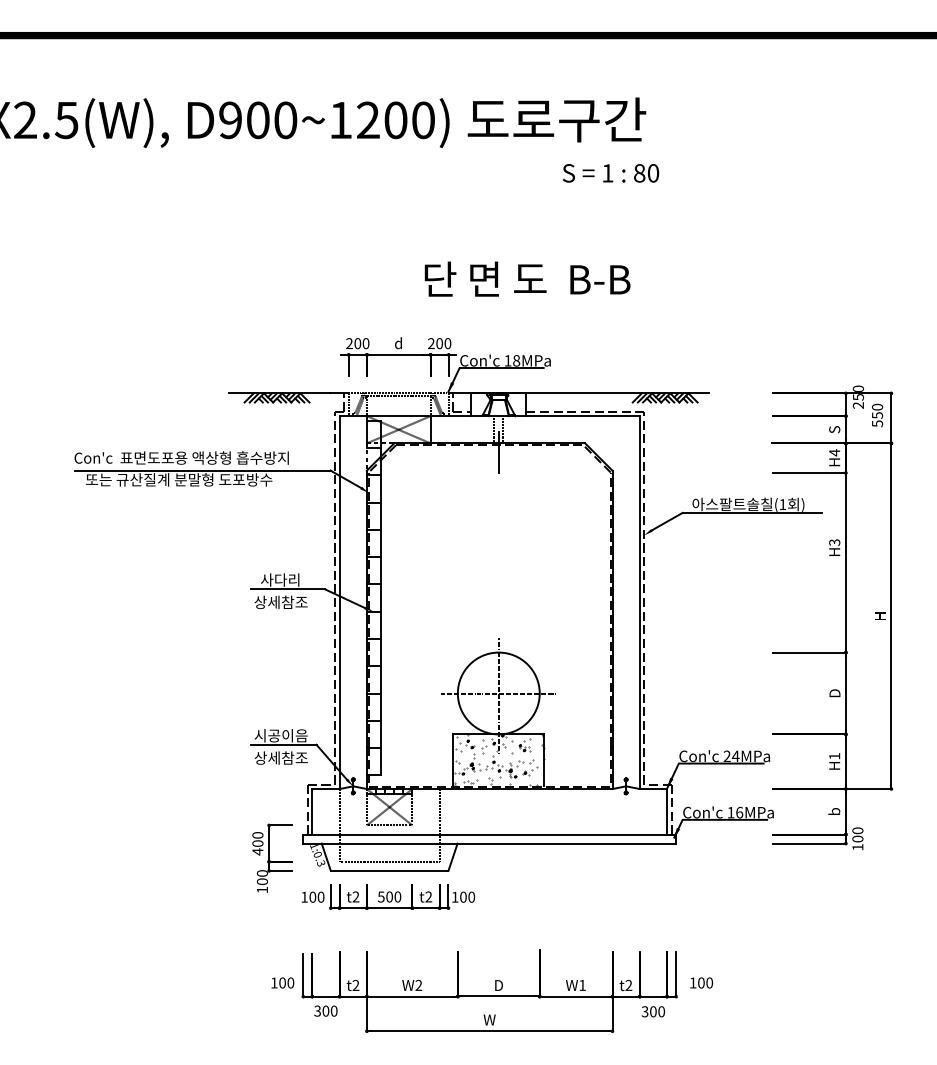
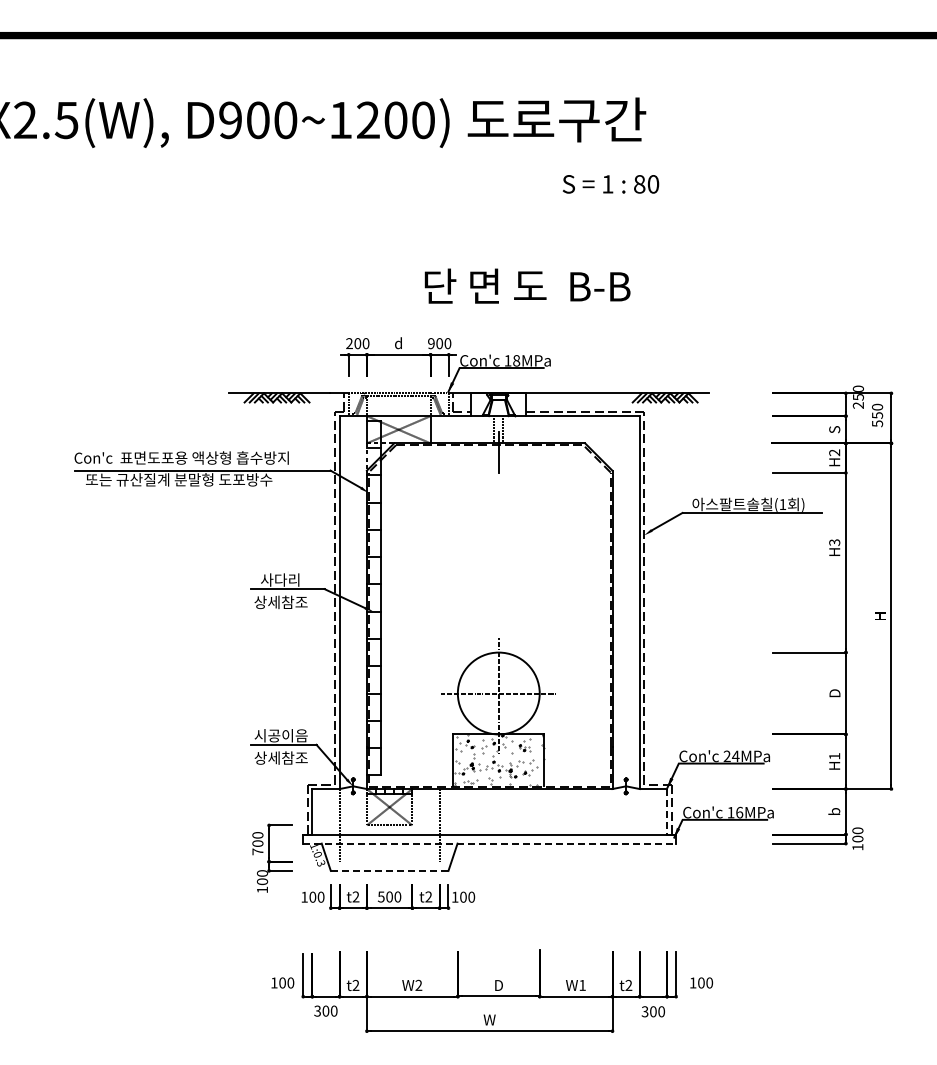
text at (610, 173) position: (610, 173) -> (610, 184)
text at (527, 278) position: (527, 278) -> (527, 285)
text at (431, 344): 200 -> 900
text at (834, 452): H4 -> H2
line at (667, 811): solid -> dashed
line at (490, 843): solid -> dashed
text at (257, 851): 400 -> 700
line at (389, 861): present -> none
line at (389, 870): solid -> dashed
